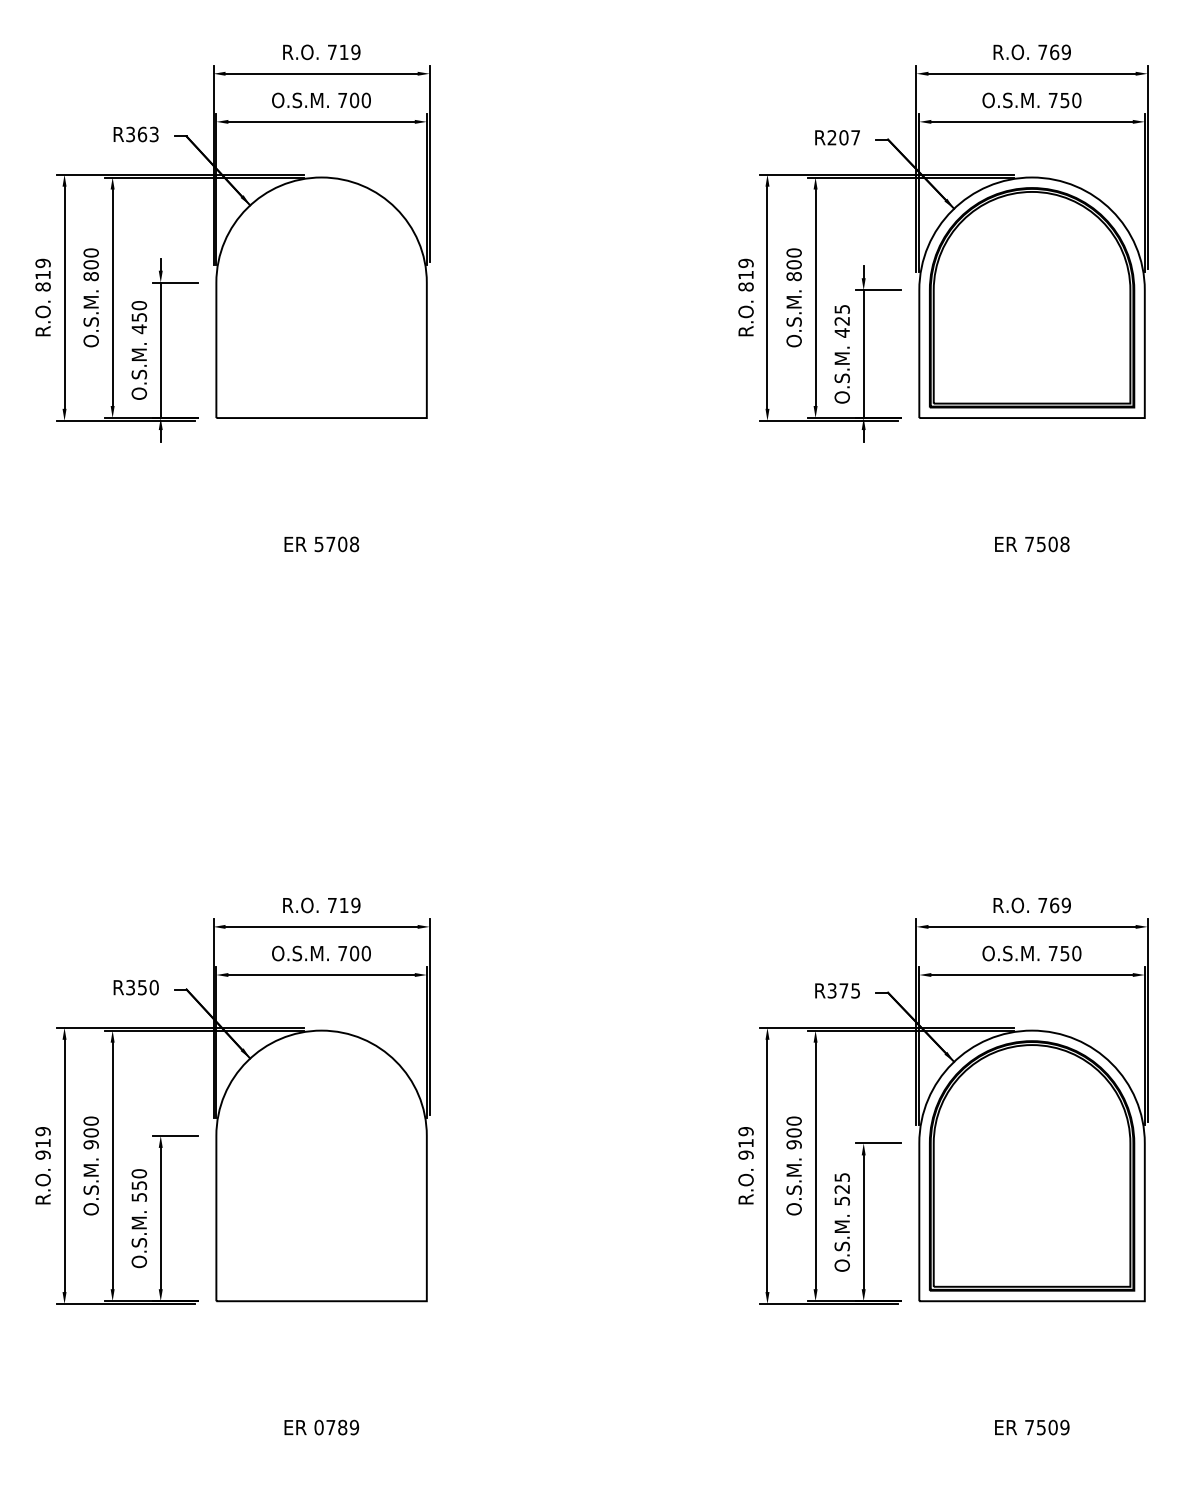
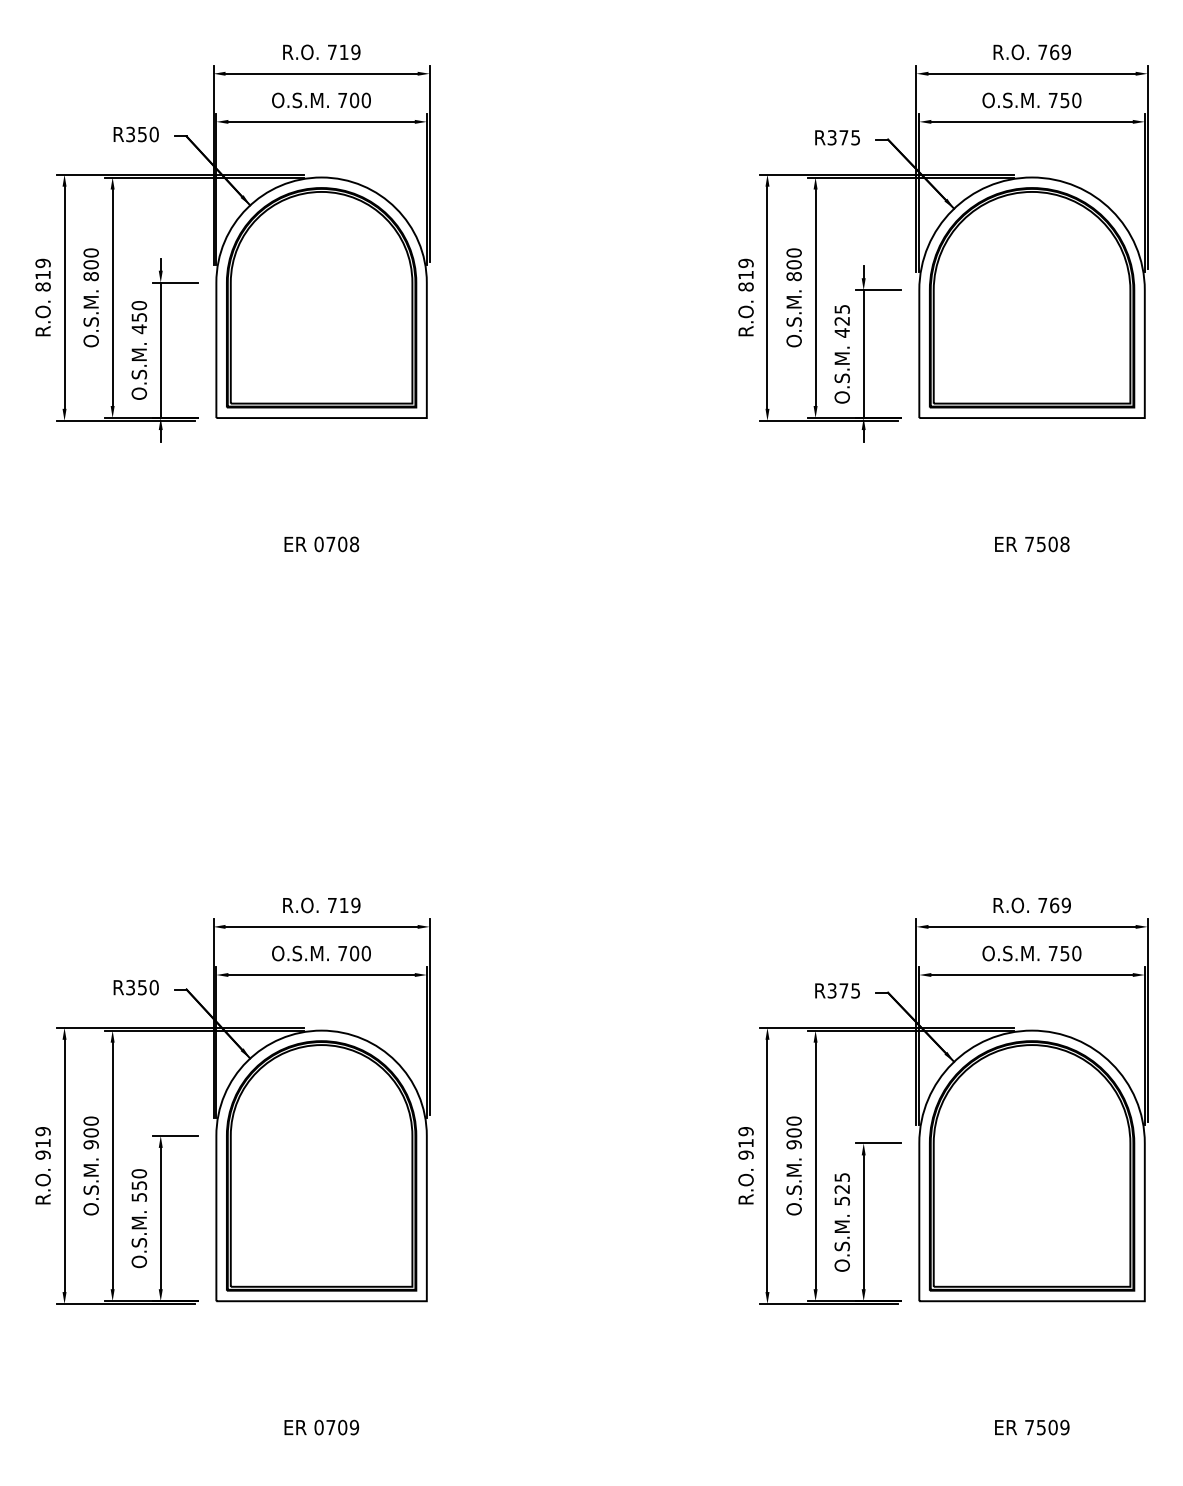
text at (147, 134): R363 -> R350
text at (843, 137): R207 -> R375
part at (321, 297): none -> present
text at (318, 544): 5708 -> 0708
part at (321, 1165): none -> present
text at (342, 1427): 0789 -> 0709
